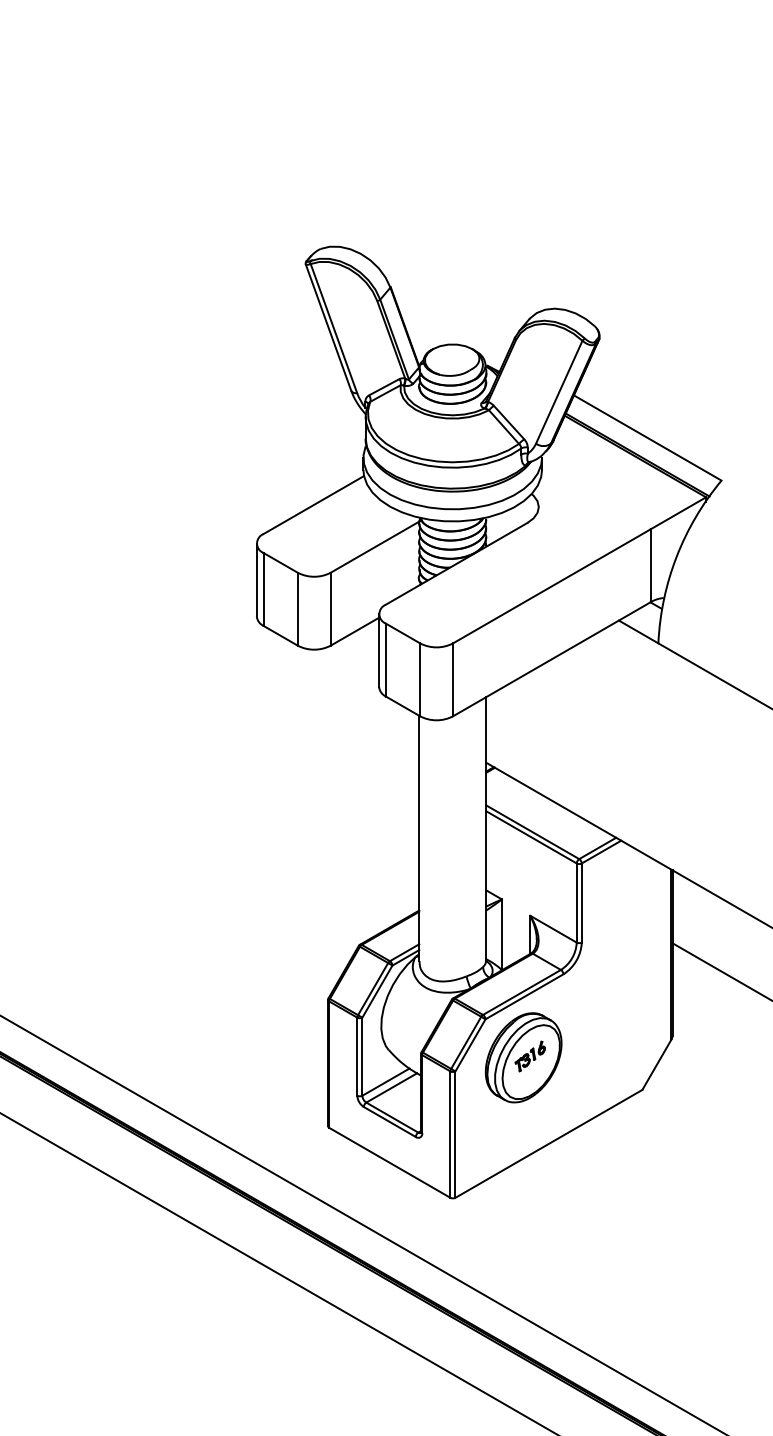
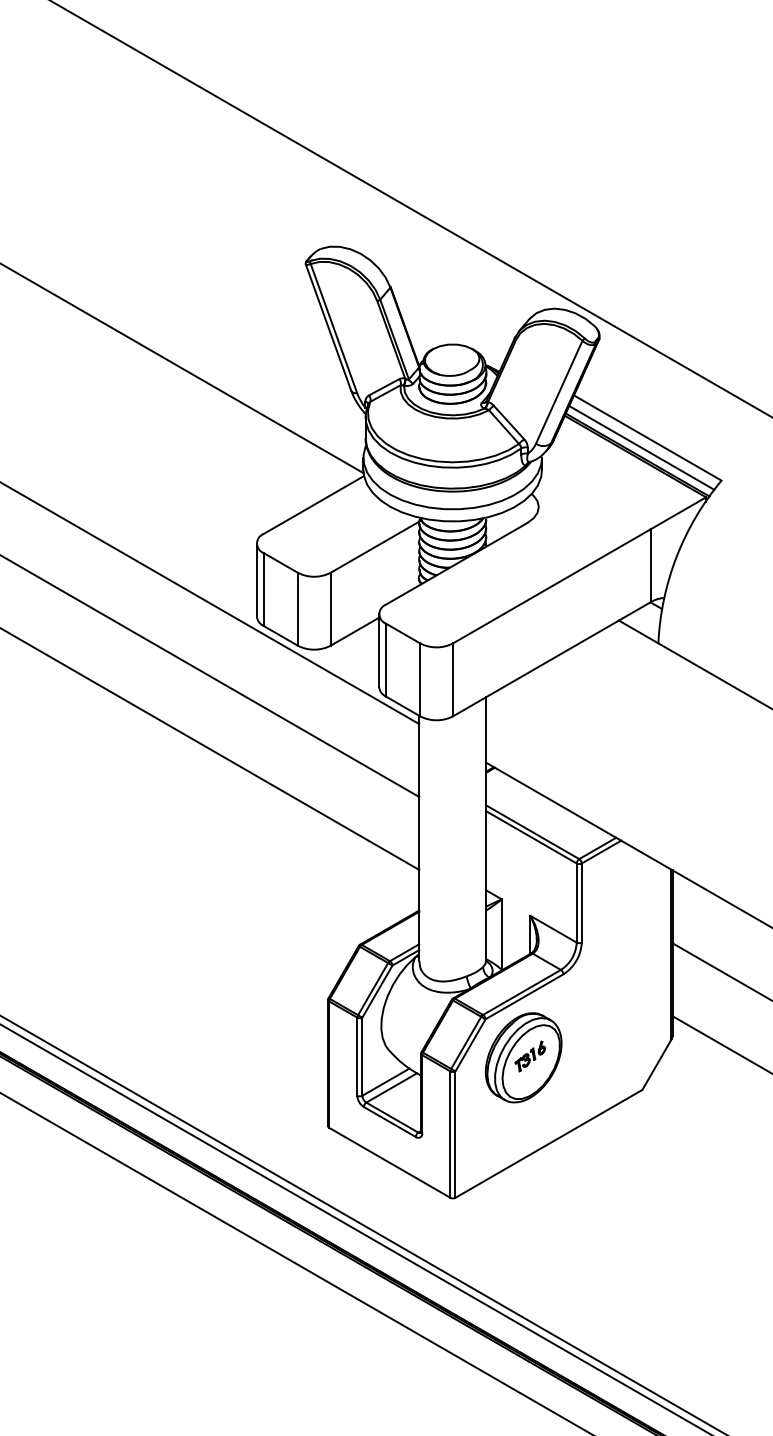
line at (410, 209): none -> present
line at (182, 368): none -> present
line at (641, 447): none -> present
line at (210, 603): none -> present
line at (210, 676): none -> present
line at (210, 749): none -> present
line at (720, 1044): none -> present
line at (354, 1228): none -> present
line at (277, 1273) position: (277, 1273) -> (295, 1263)
